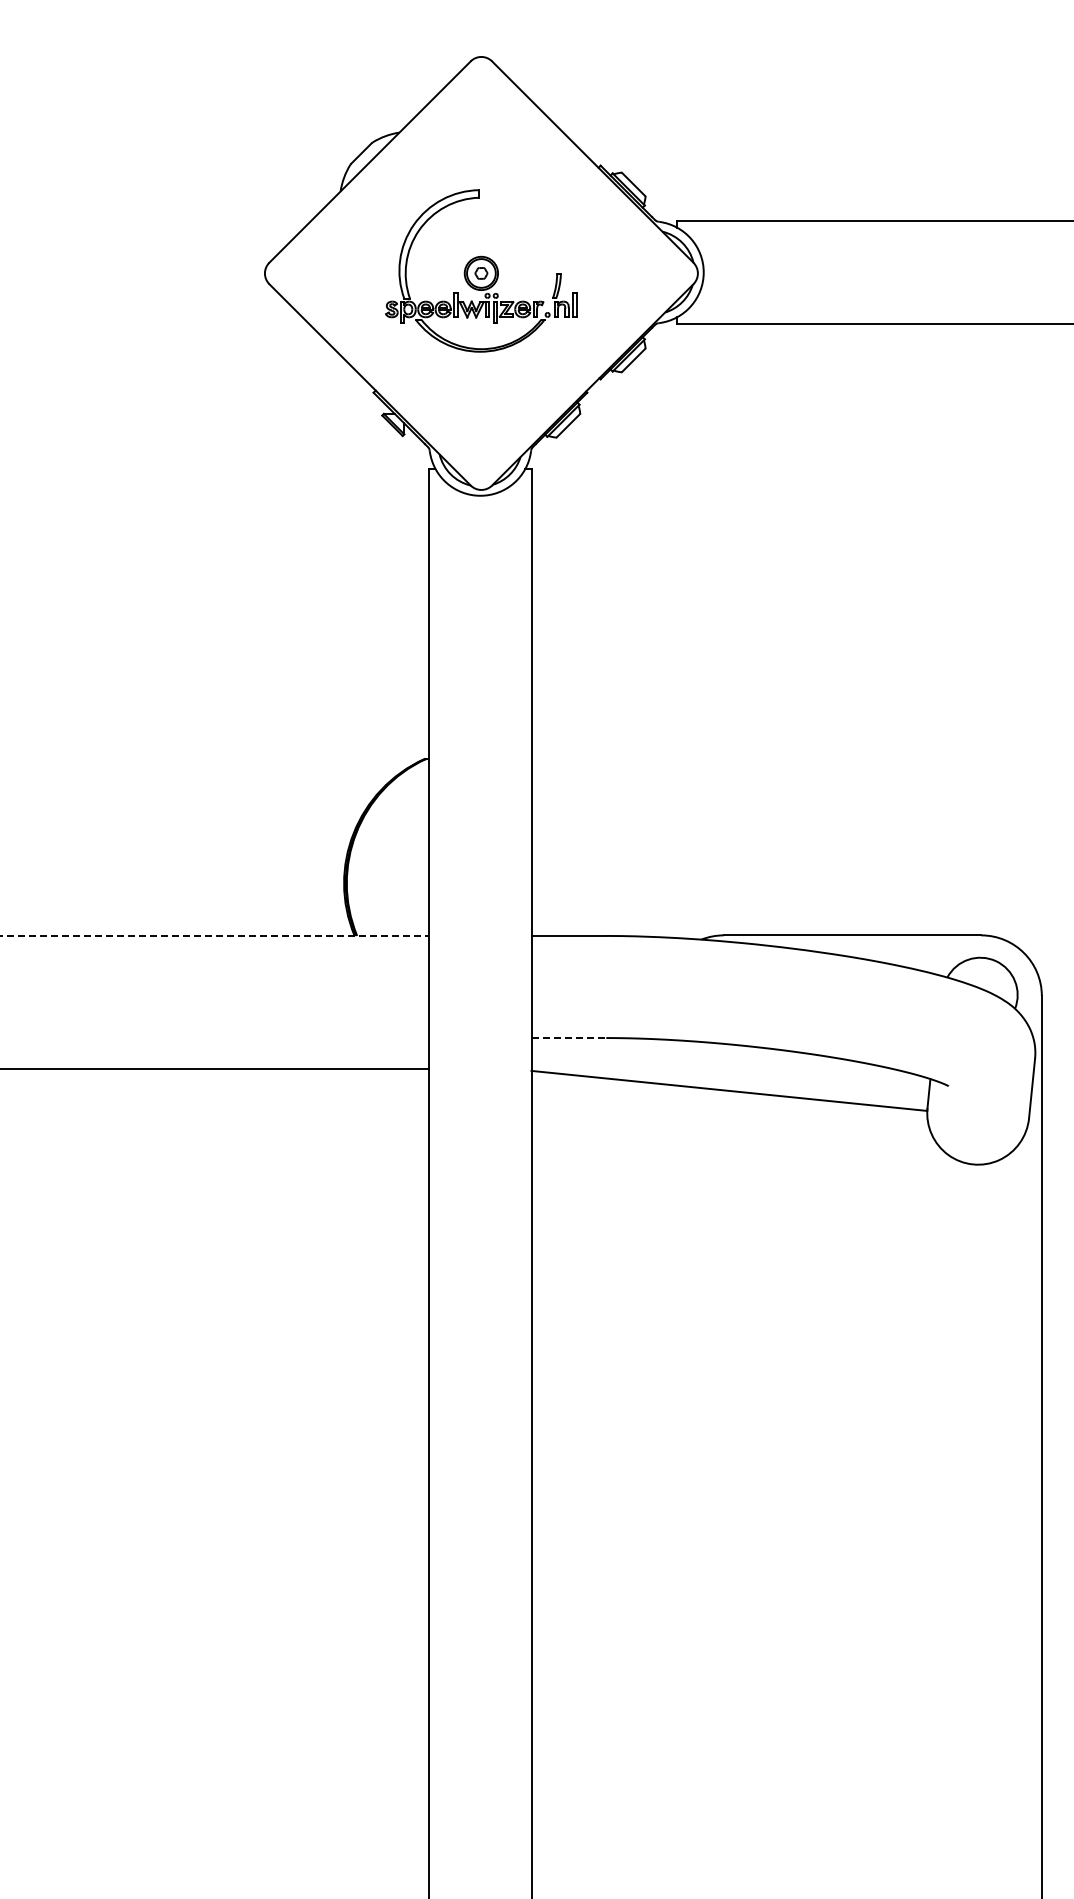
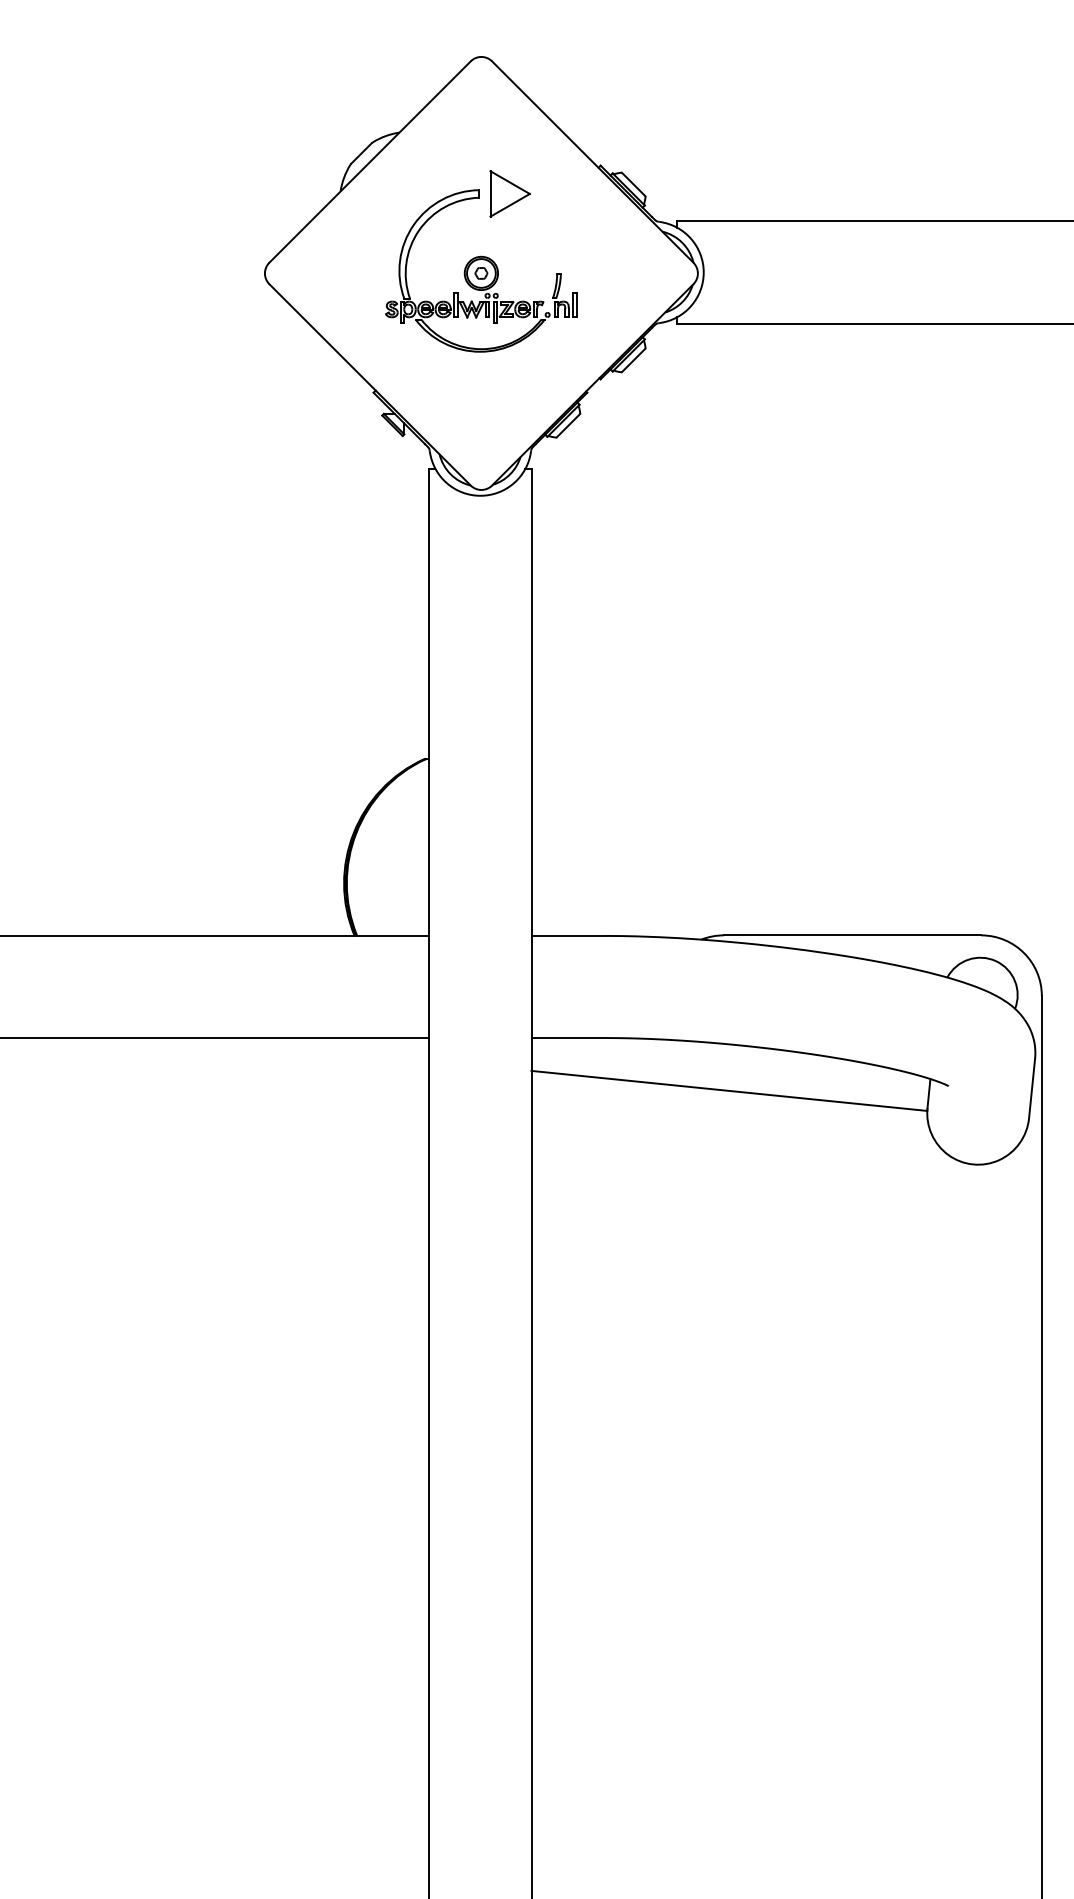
part at (509, 193): none -> present
line at (214, 935): dashed -> solid
line at (569, 1038): dashed -> solid
line at (215, 1069) position: (215, 1069) -> (215, 1038)
